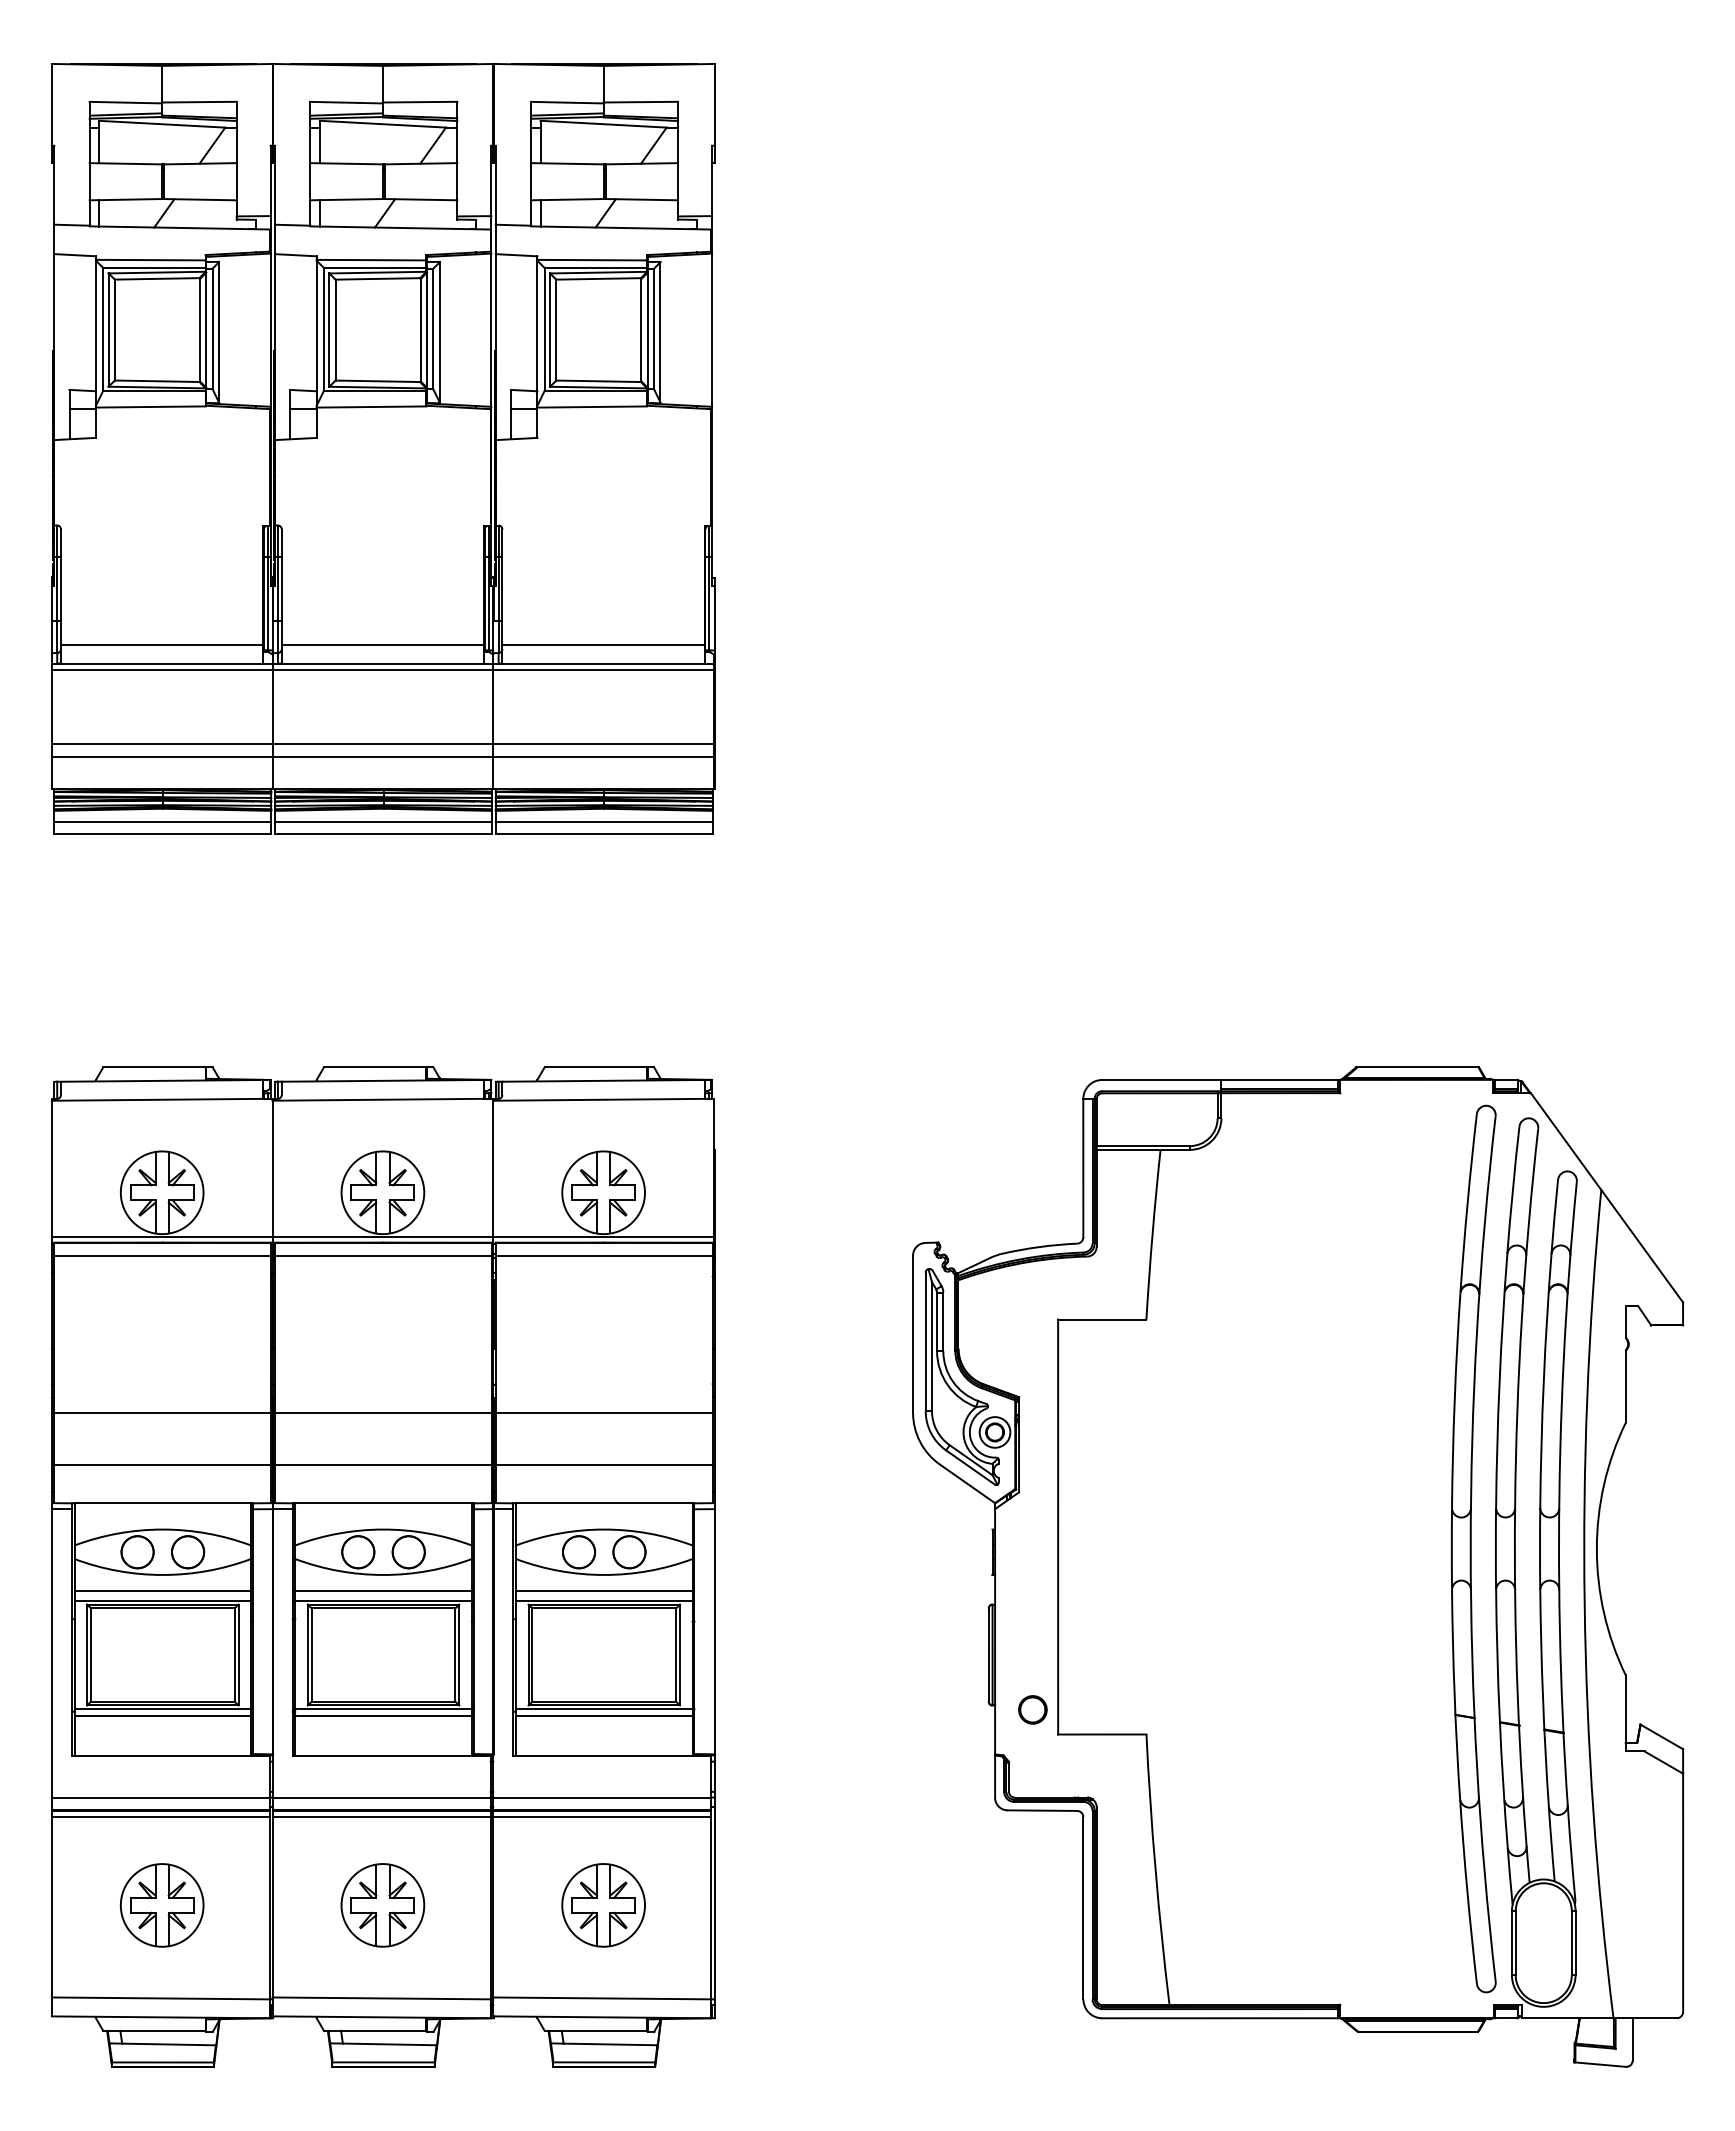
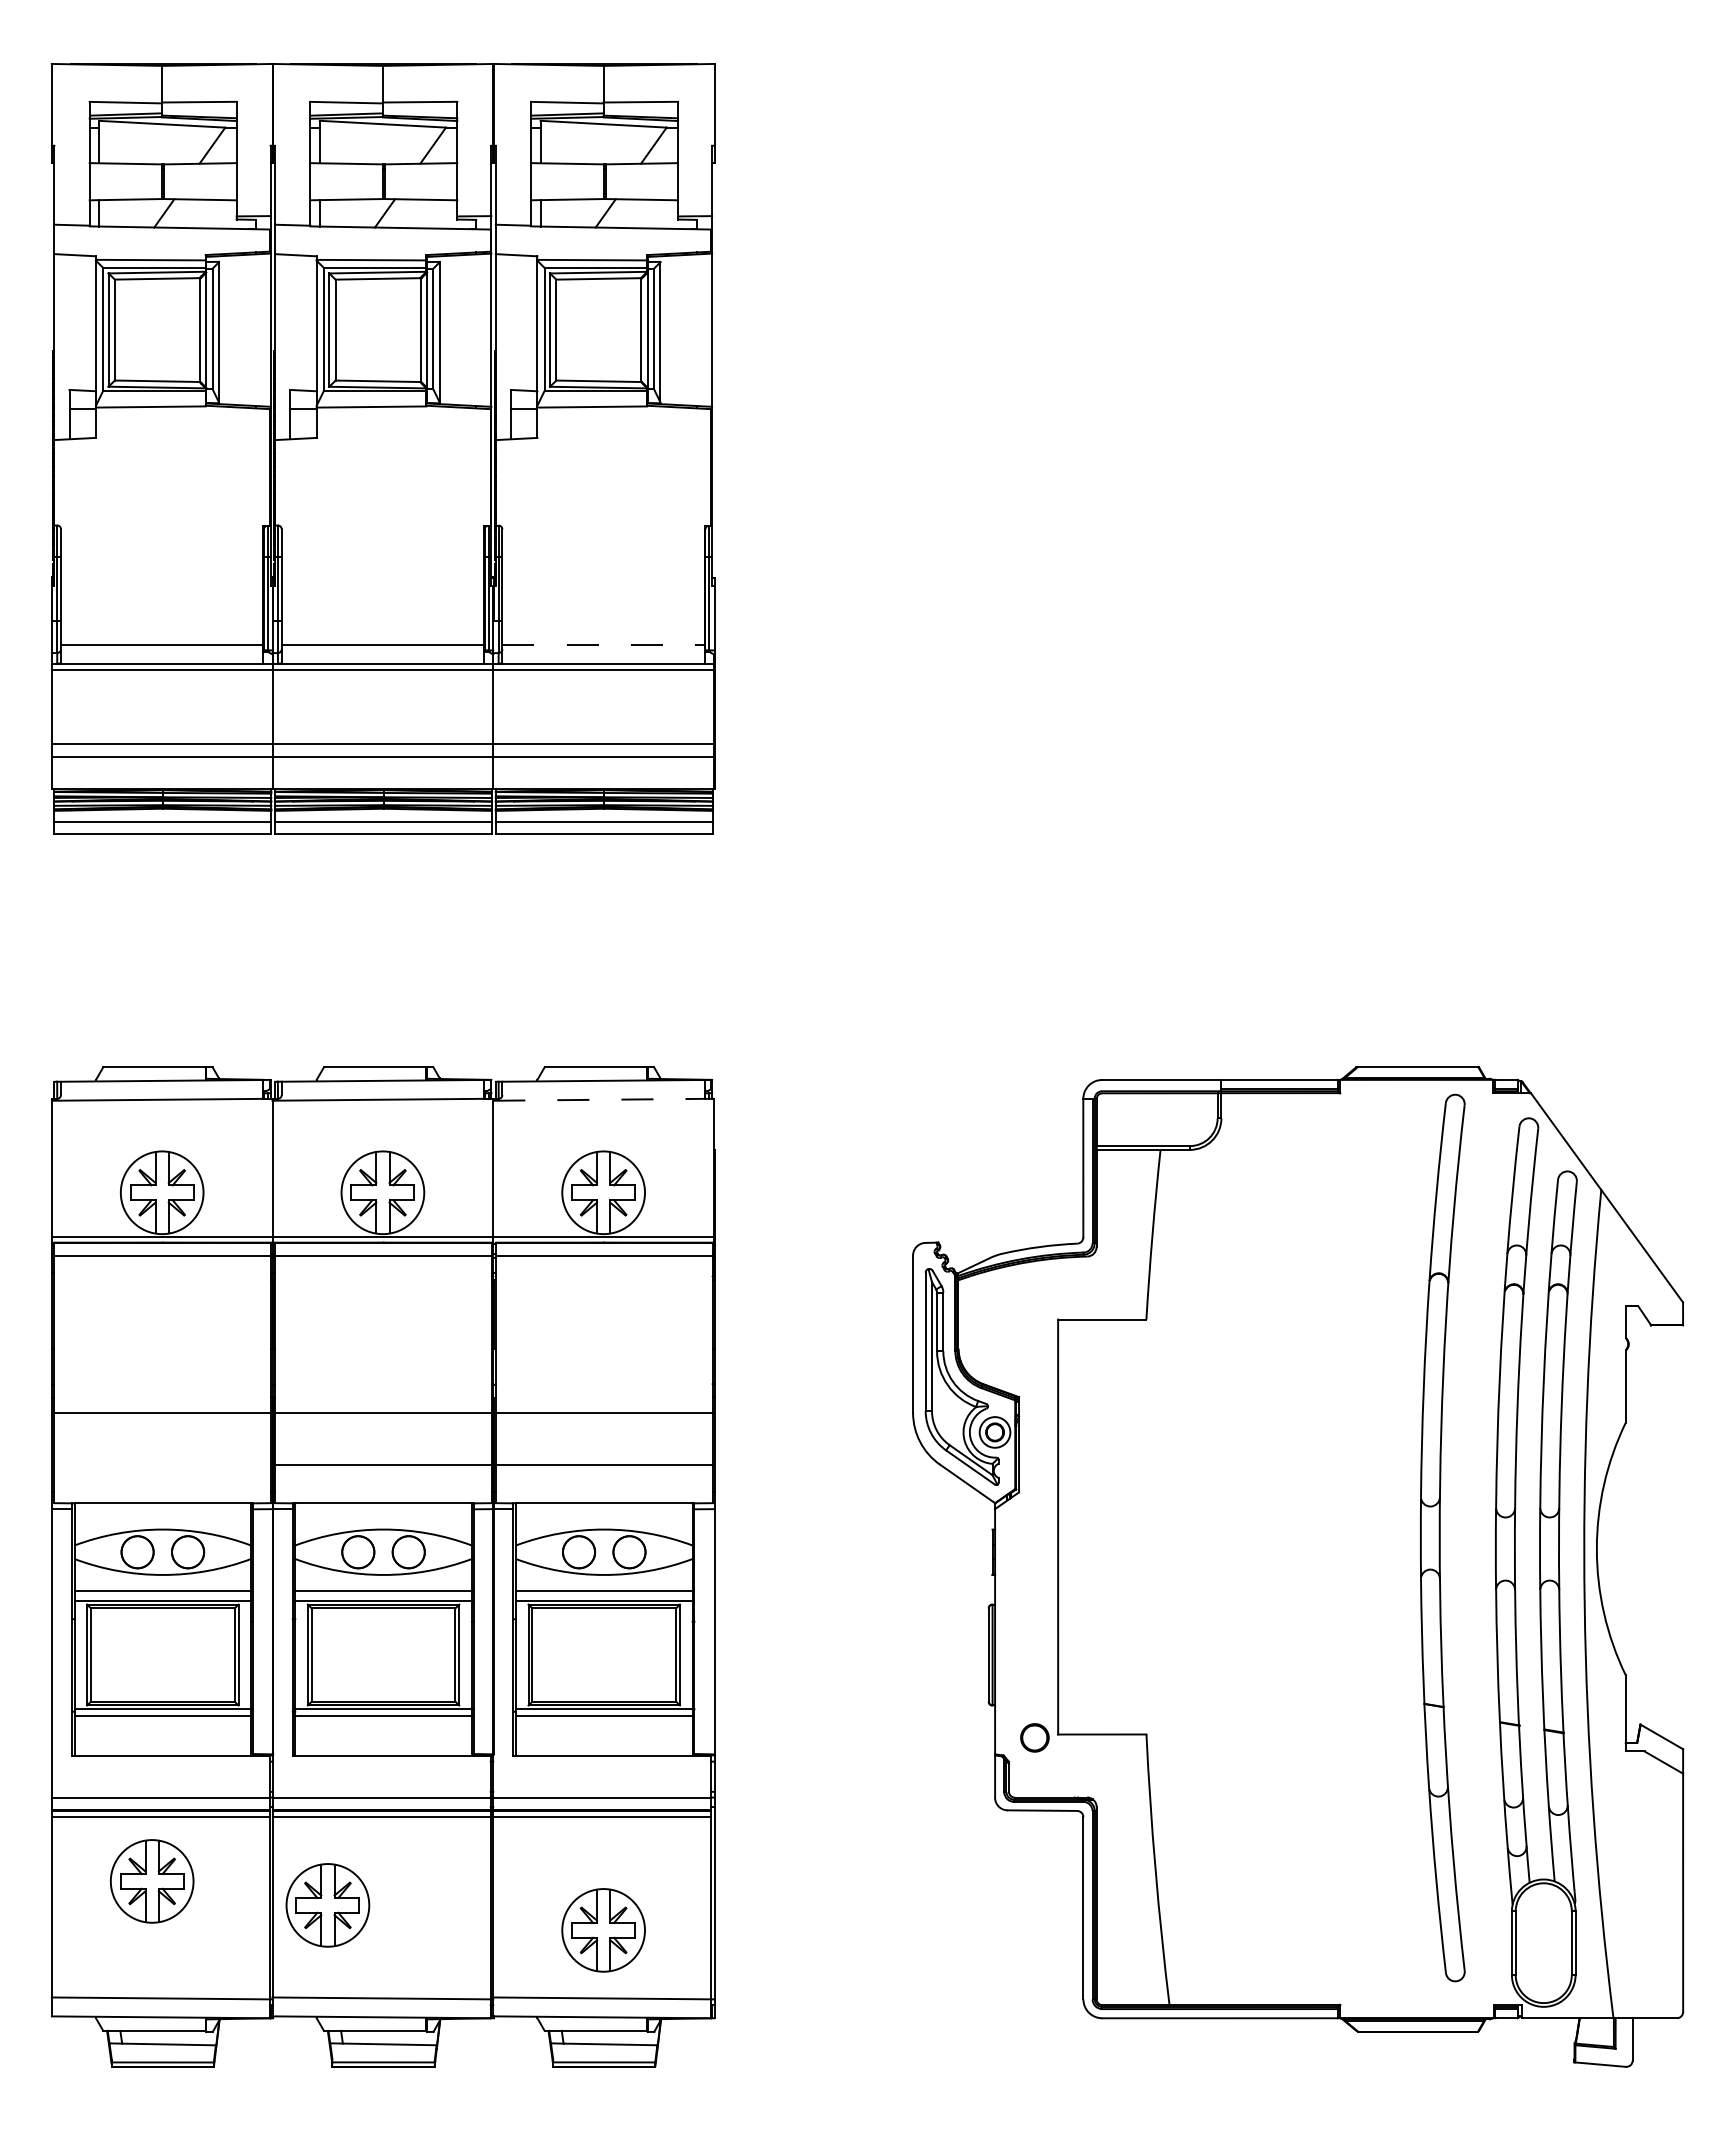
line at (604, 644): solid -> dashed
line at (599, 1099): solid -> dashed
line at (162, 1464): present -> none
part at (1473, 1548) position: (1473, 1548) -> (1442, 1537)
circle at (1032, 1709) position: (1032, 1709) -> (1034, 1737)
part at (161, 1905) position: (161, 1905) -> (151, 1881)
part at (382, 1905) position: (382, 1905) -> (327, 1905)
part at (603, 1905) position: (603, 1905) -> (603, 1930)
